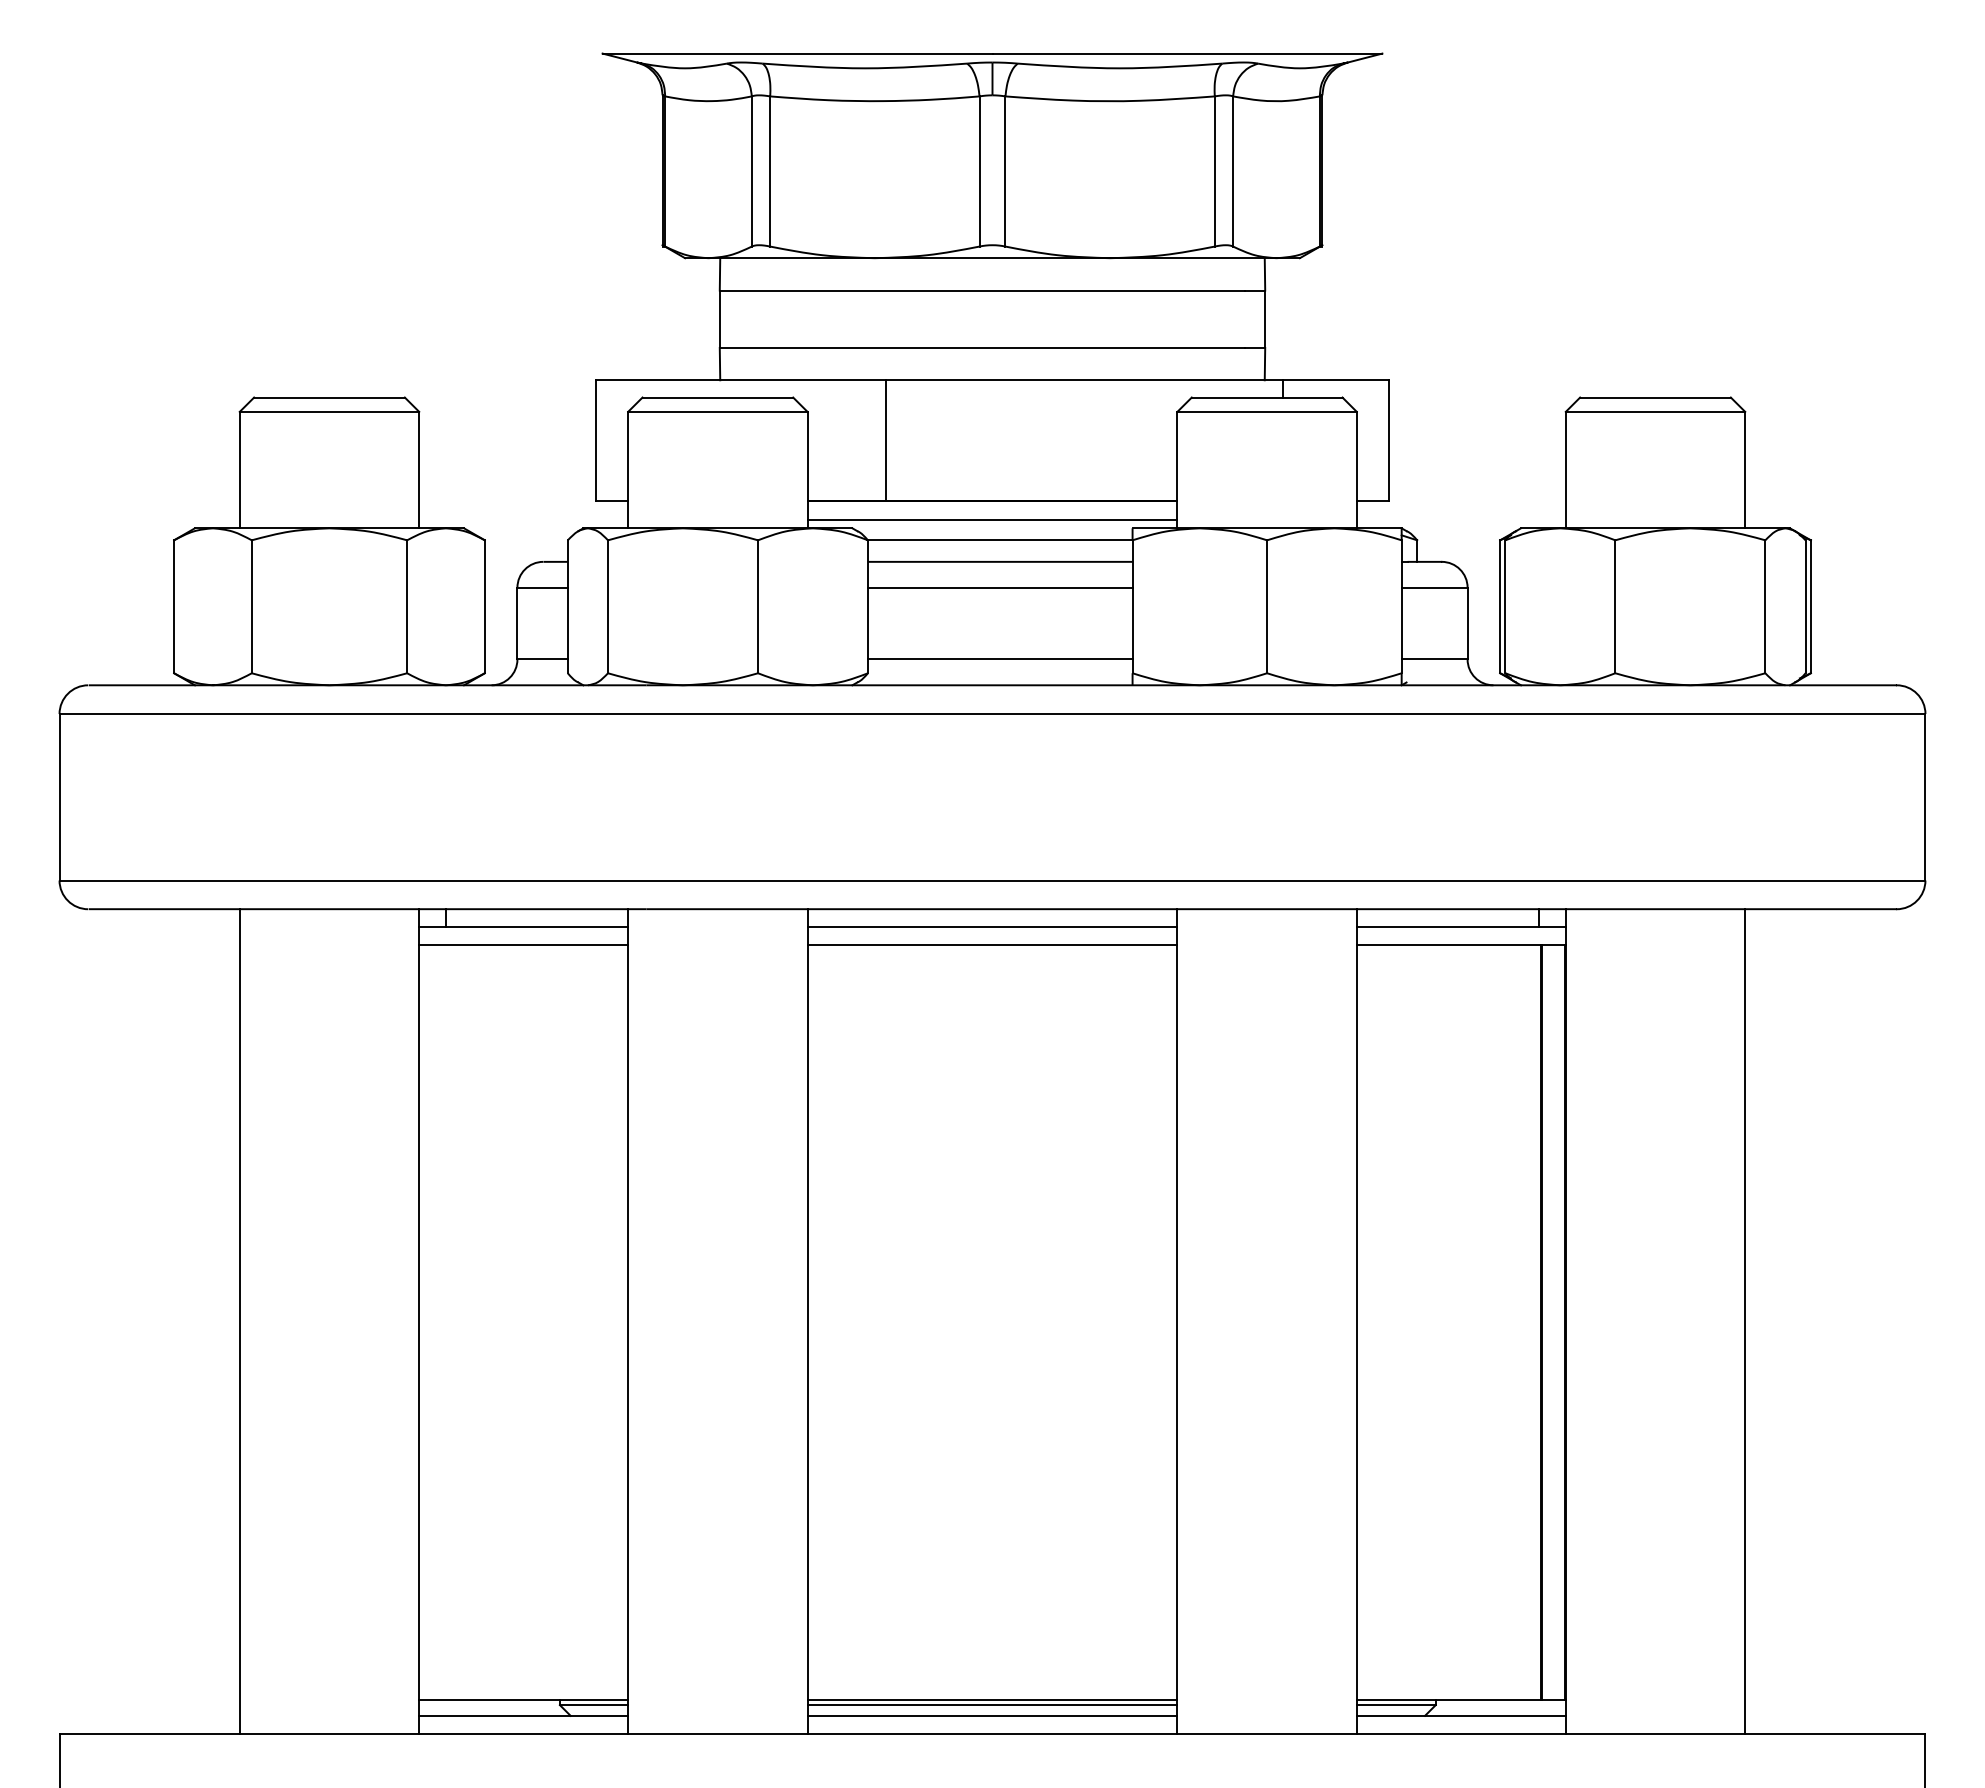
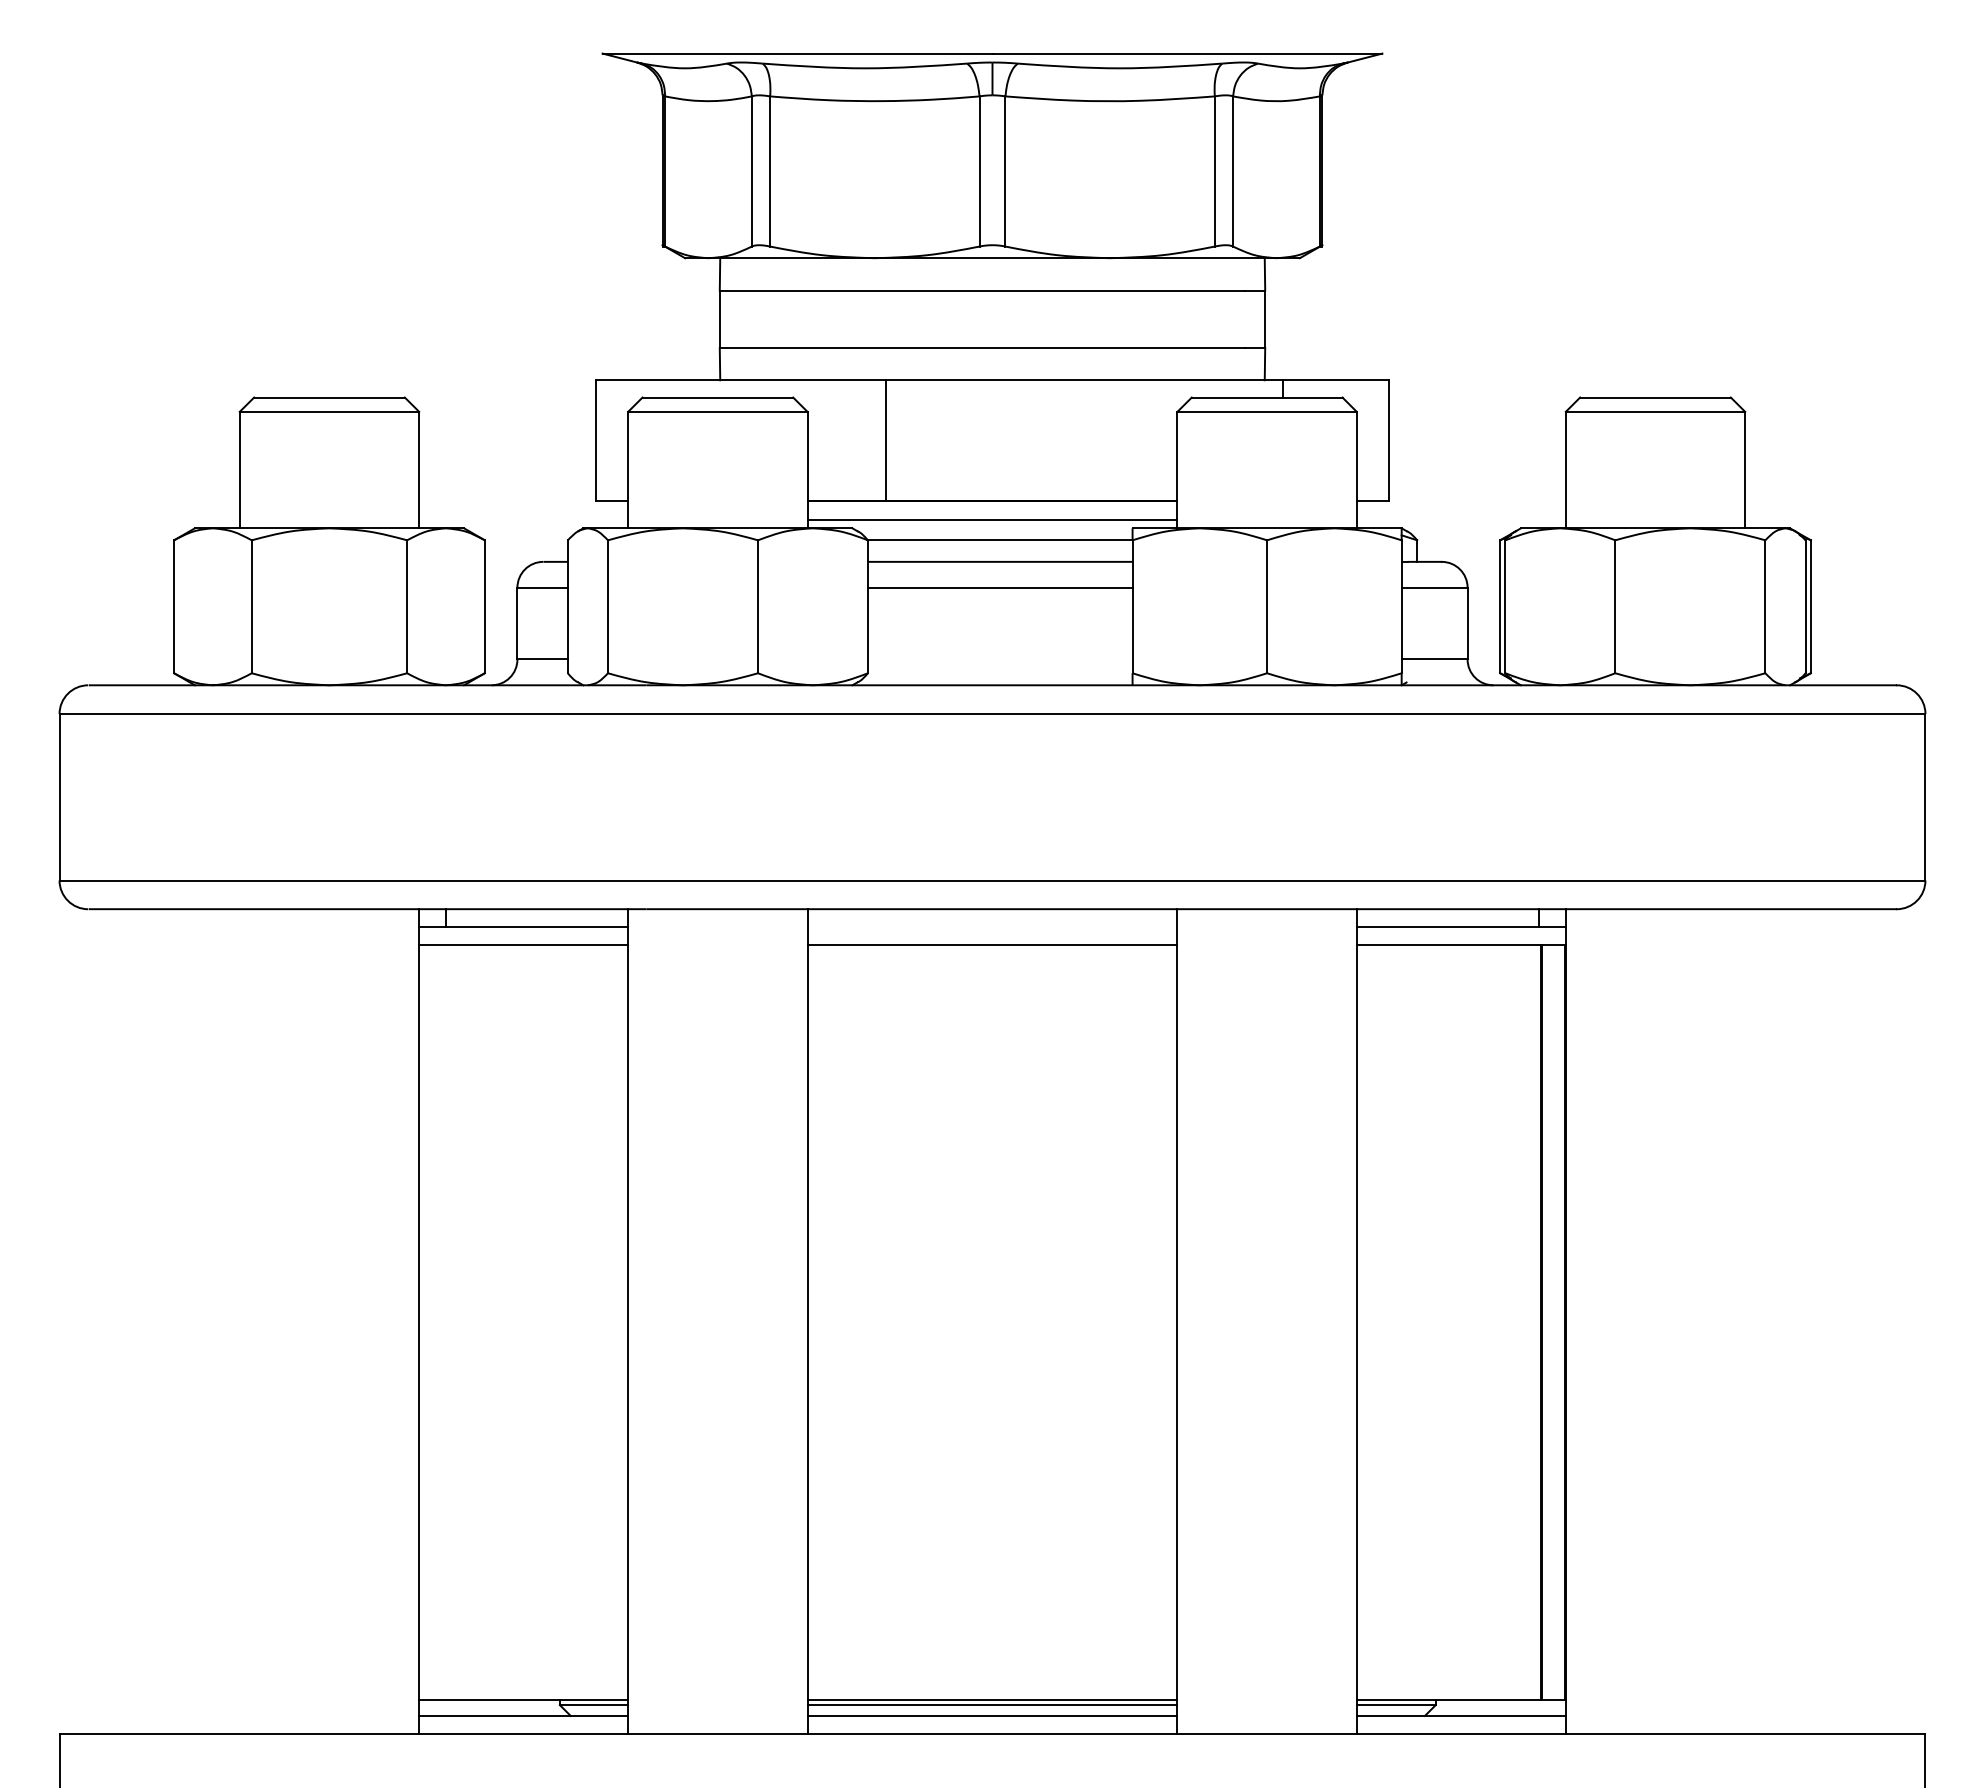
line at (999, 659): present -> none
line at (992, 927): present -> none
line at (239, 1321): present -> none
line at (1745, 1321): present -> none
